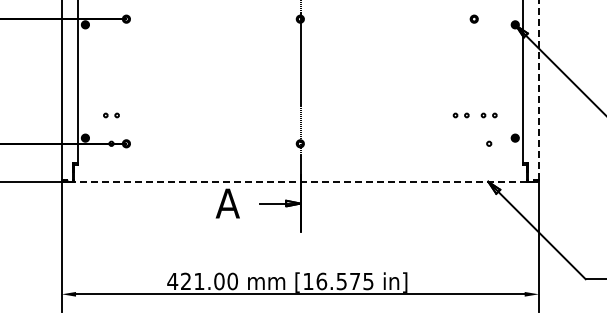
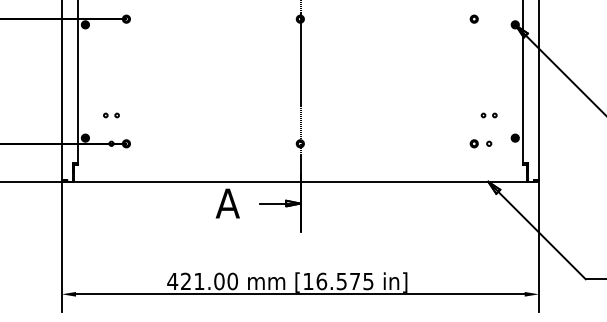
line at (538, 90): dashed -> solid
part at (460, 115): present -> none
part at (473, 143): none -> present
line at (300, 181): dashed -> solid
